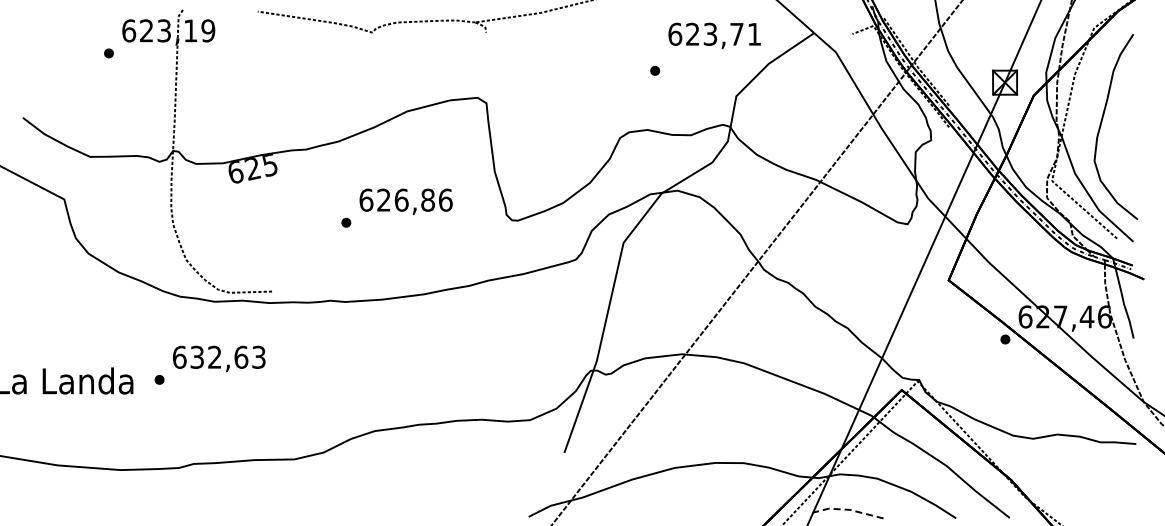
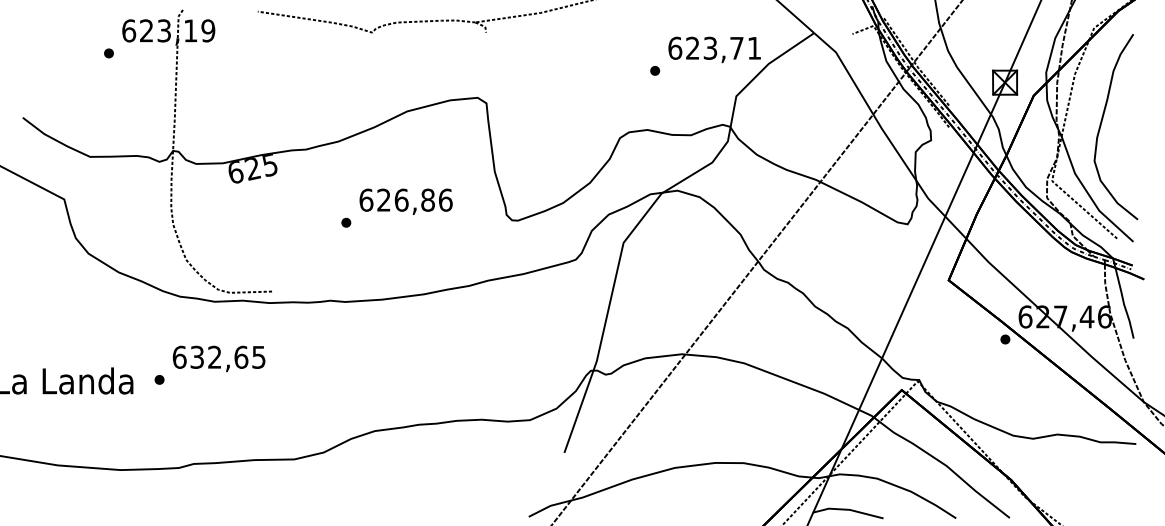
text at (714, 35) position: (714, 35) -> (714, 49)
text at (259, 356): 632,63 -> 632,65
line at (847, 509): dashed -> solid
